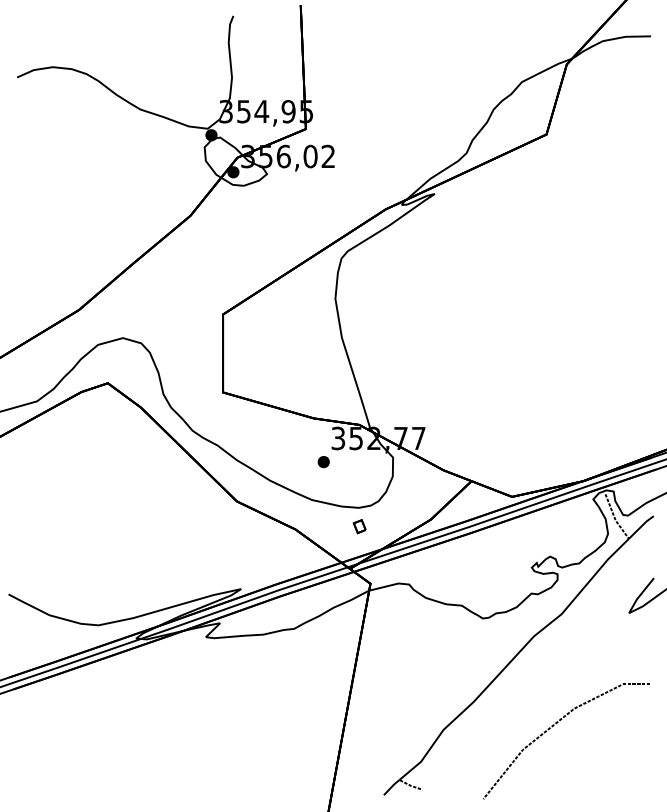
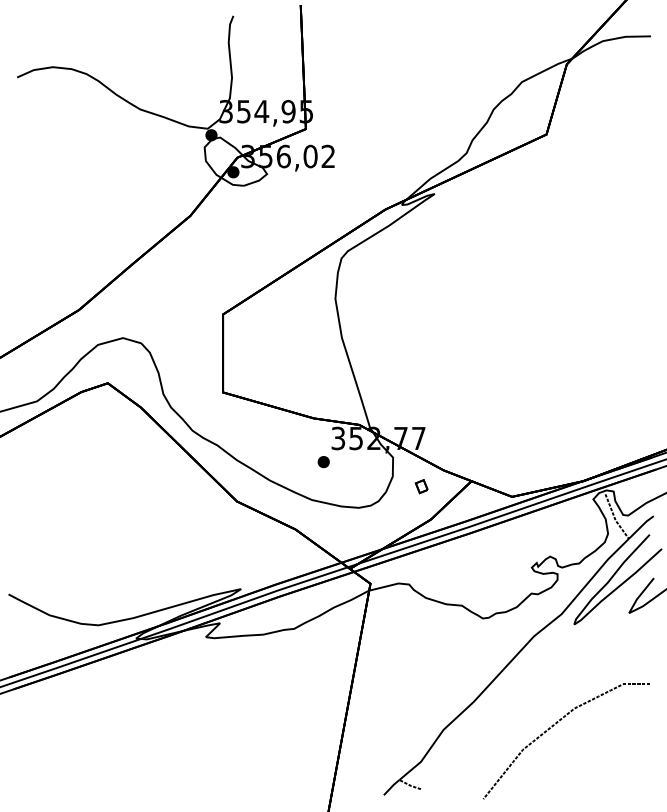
part at (359, 526) position: (359, 526) -> (421, 486)
curve at (613, 577): none -> present
